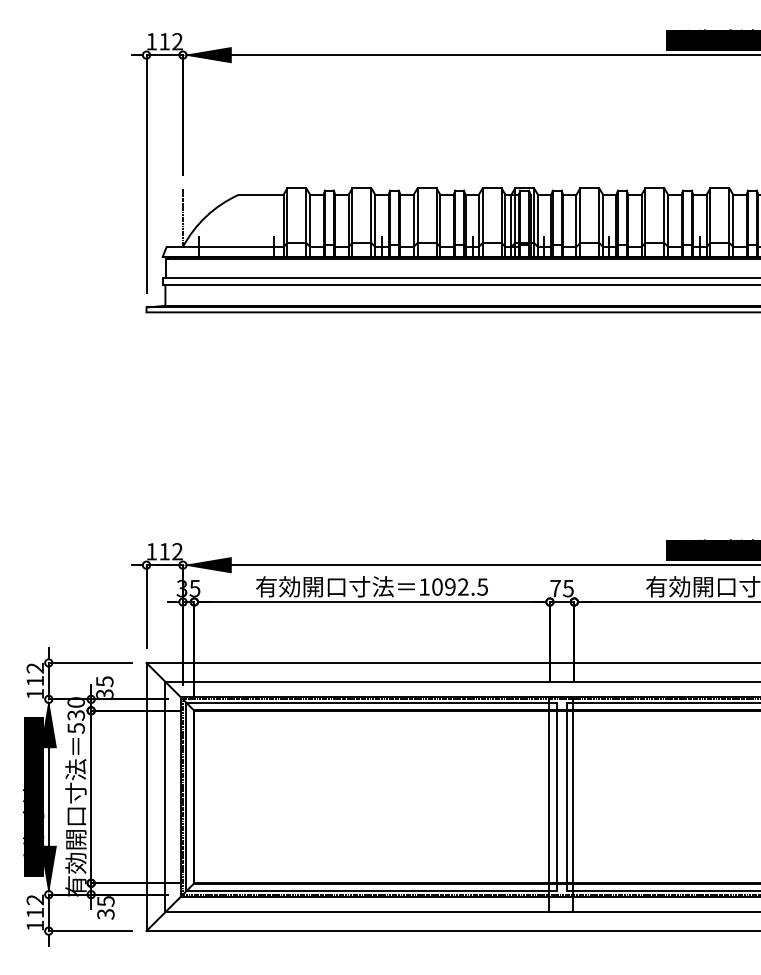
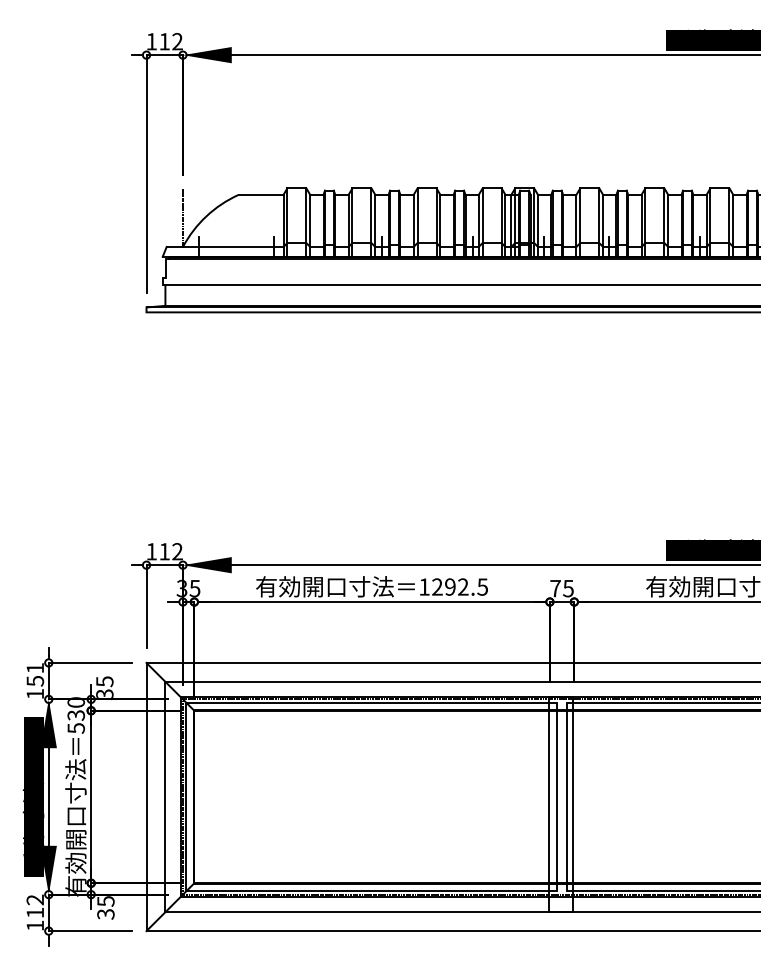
line at (461, 278): present -> none
text at (437, 586): 1092.5 -> 1292.5
text at (35, 674): 112 -> 151
